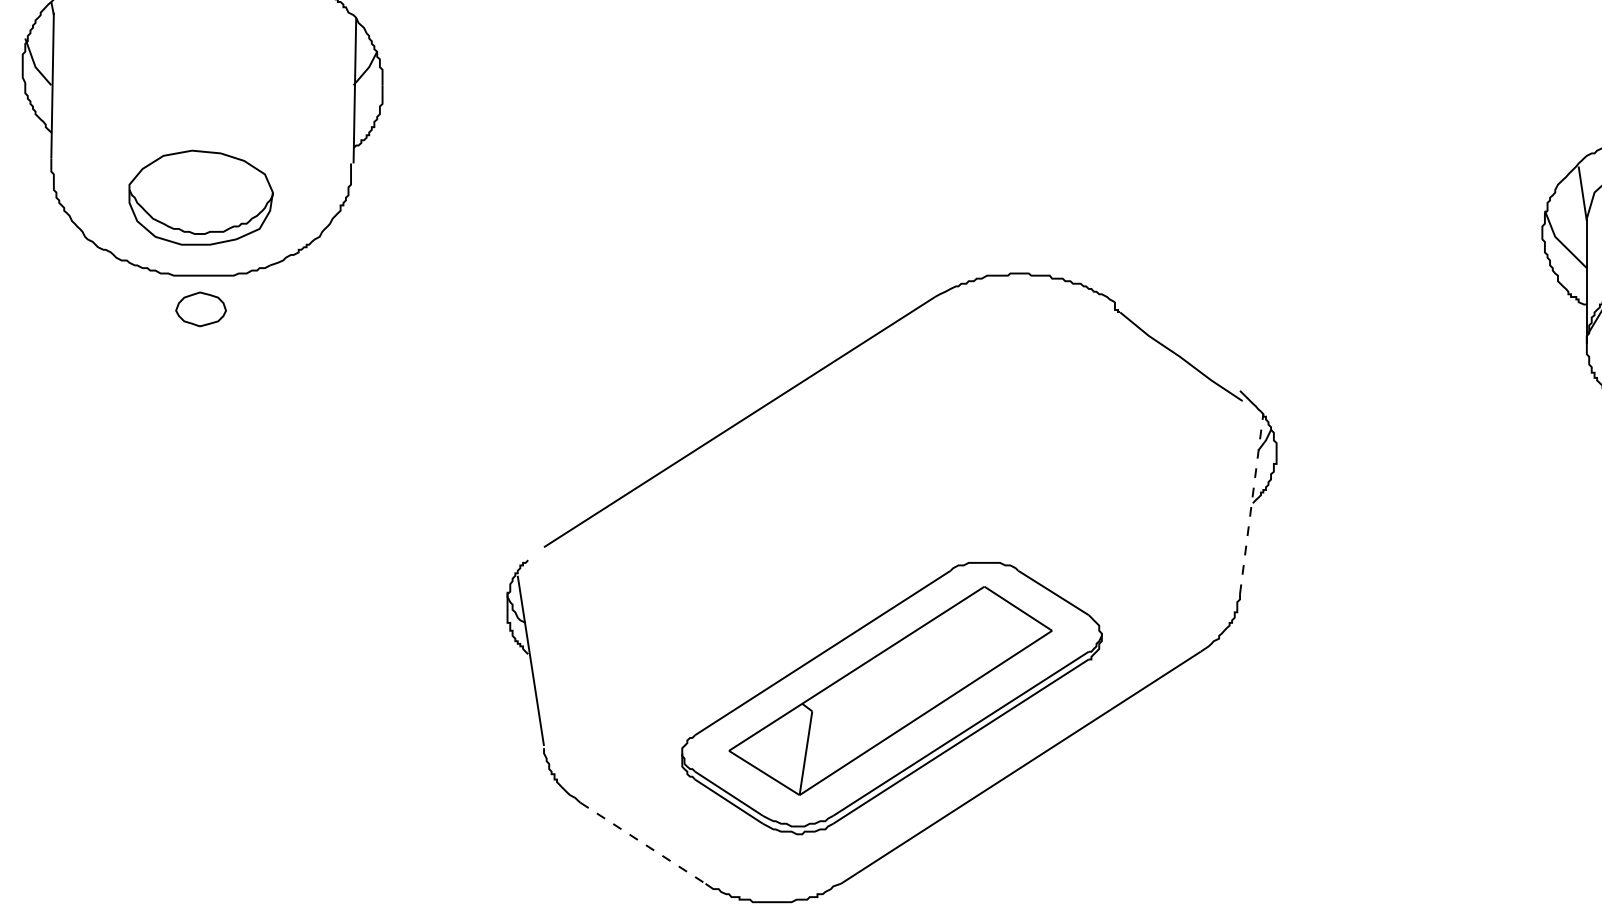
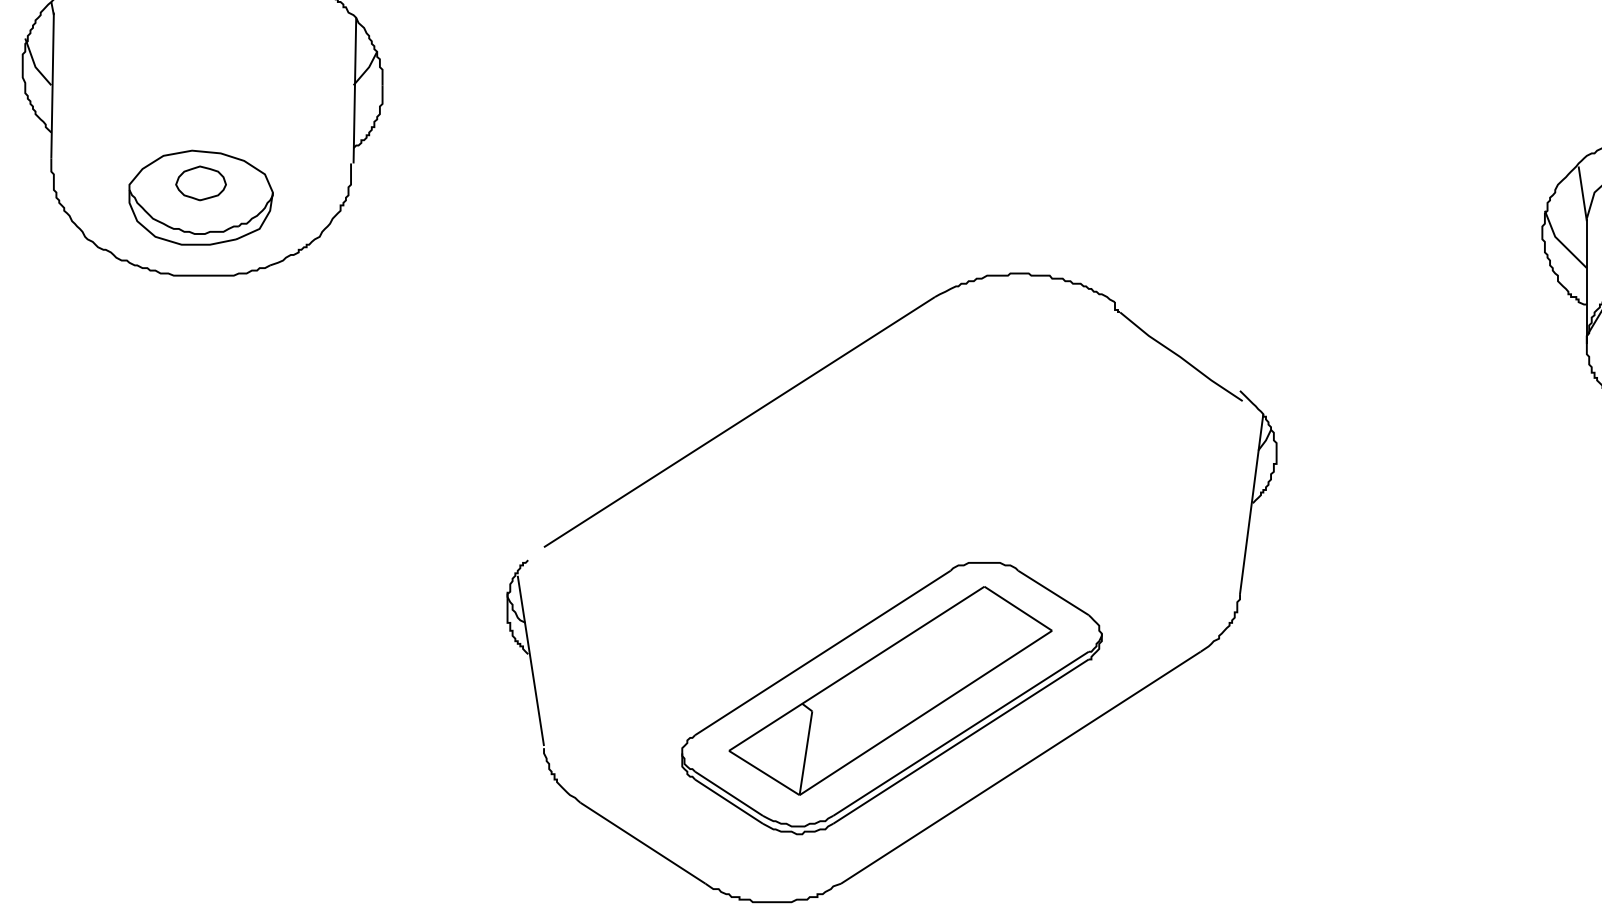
part at (200, 309) position: (200, 309) -> (200, 183)
line at (1251, 504): dashed -> solid
line at (643, 843): dashed -> solid
